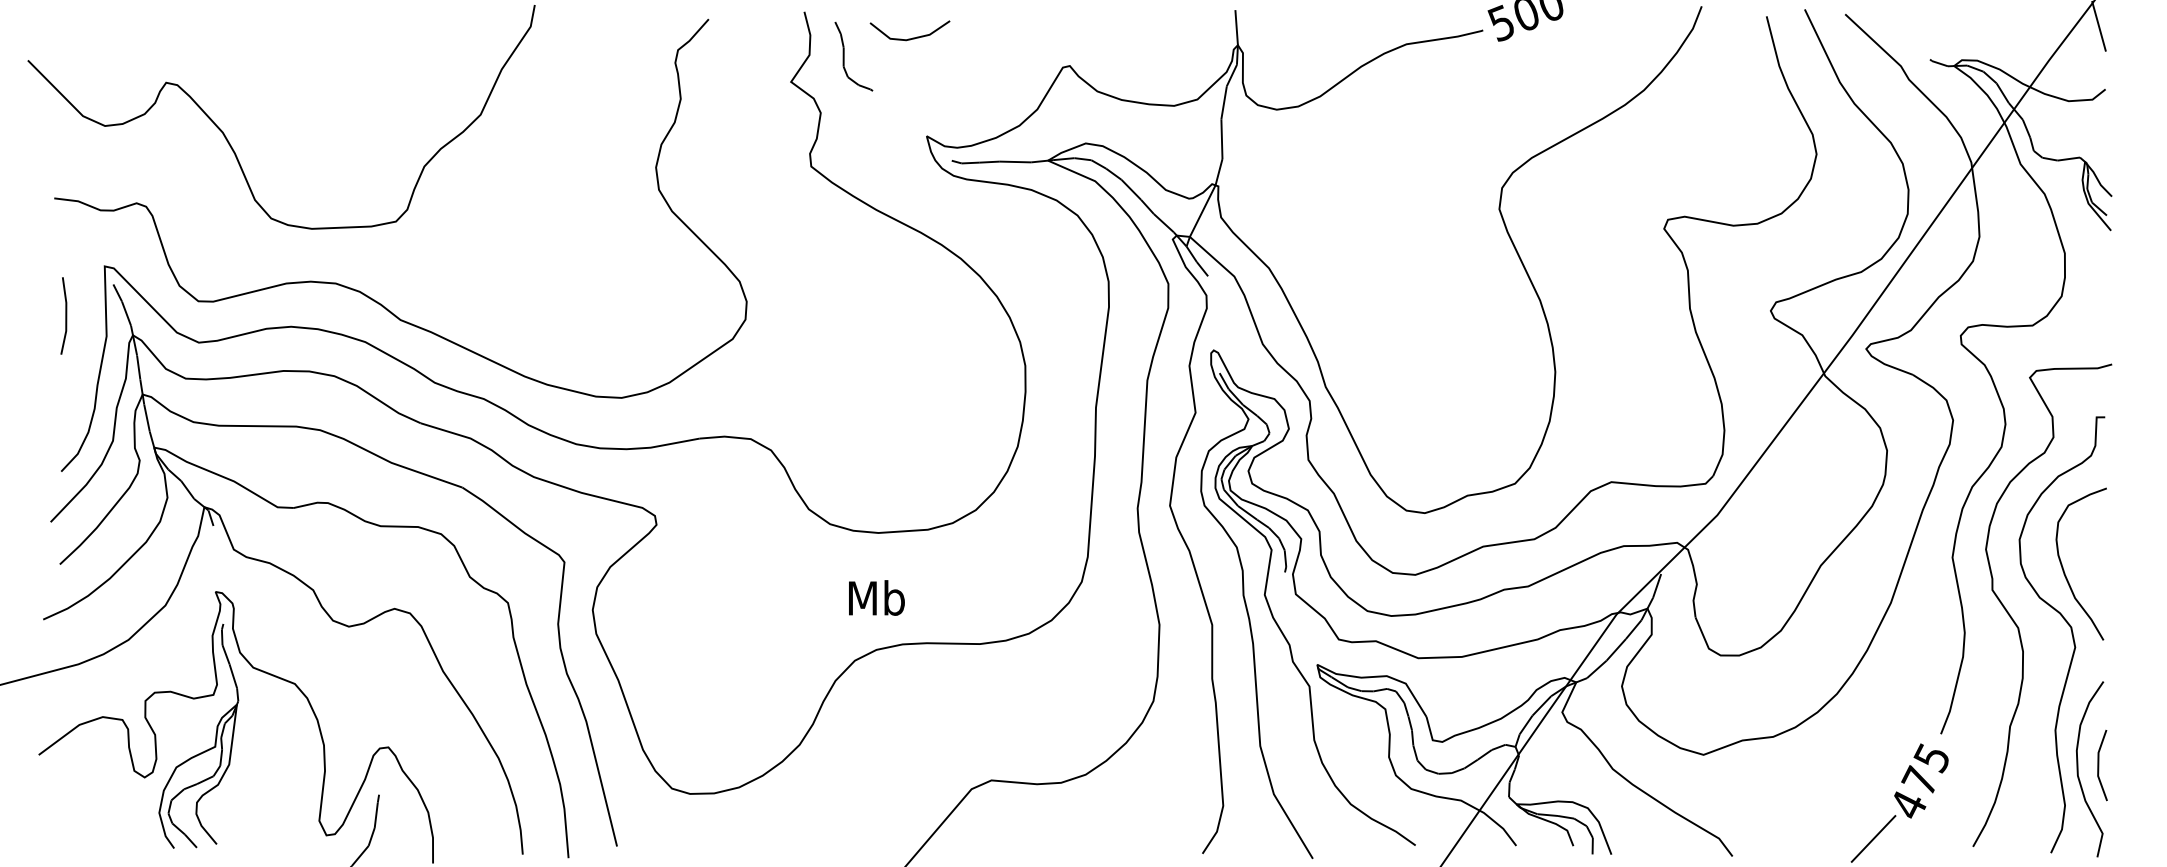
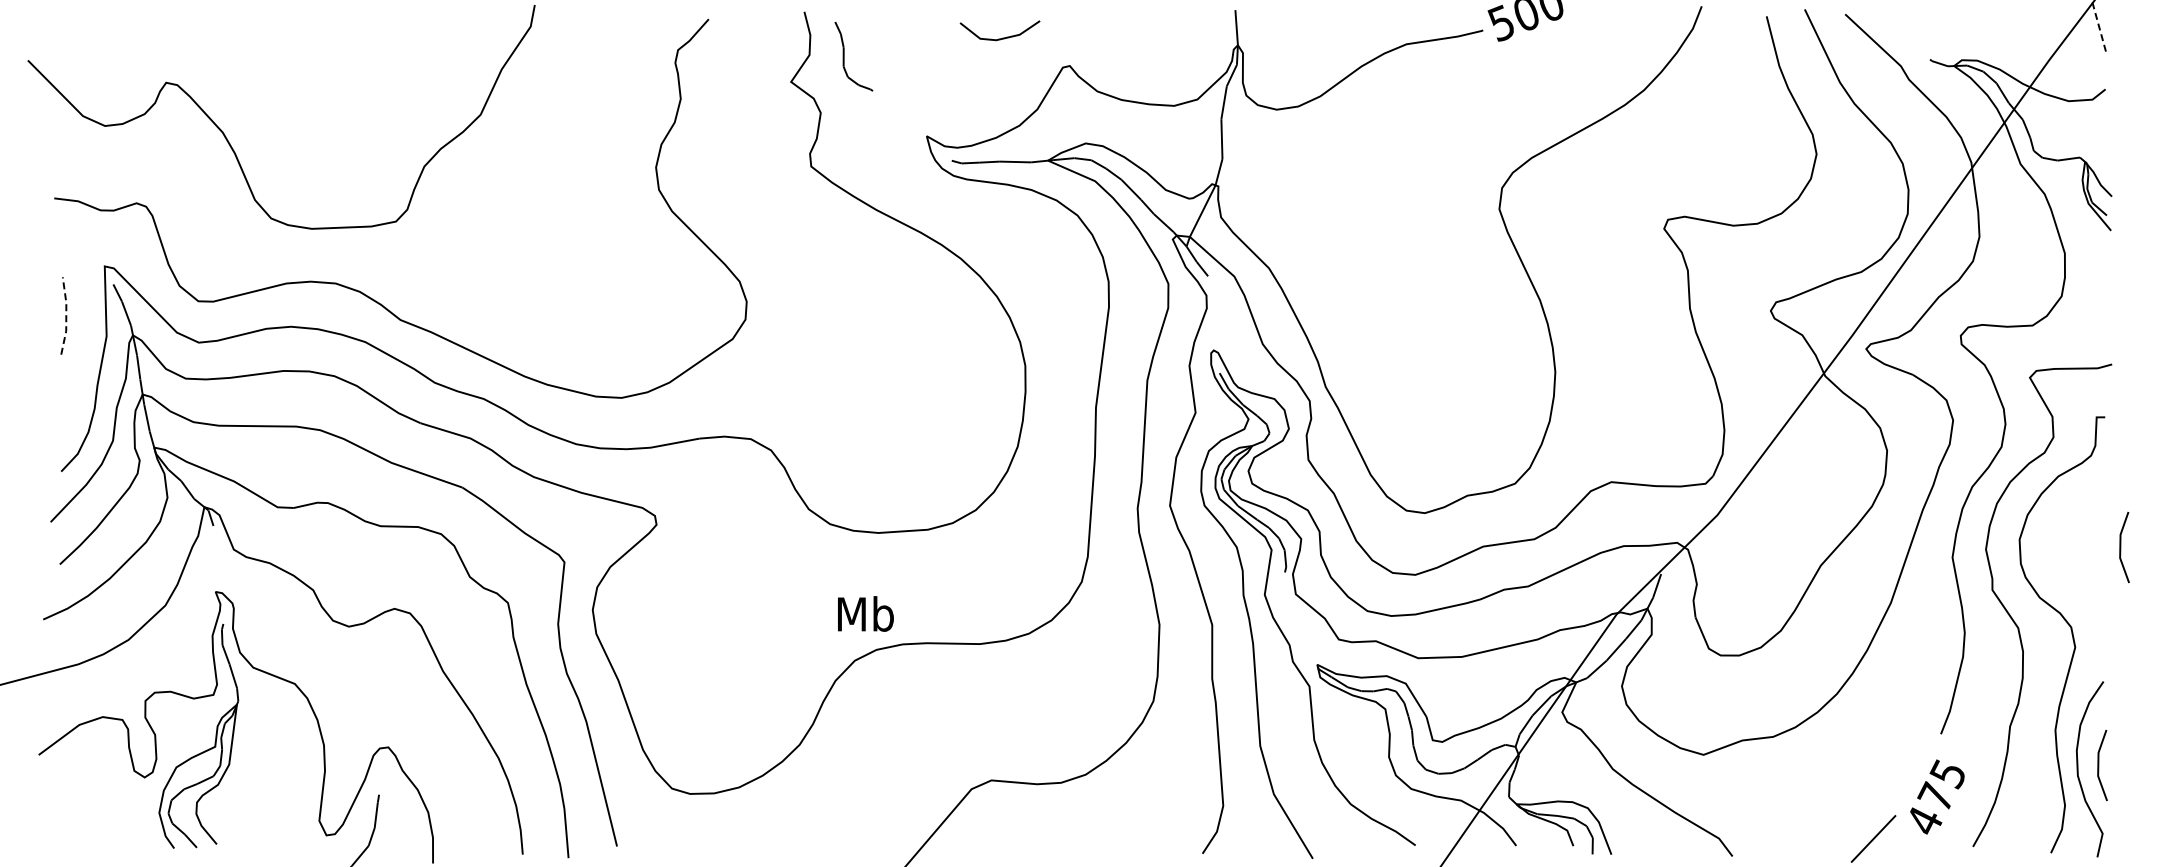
line at (2098, 25): solid -> dashed
line at (912, 37) position: (912, 37) -> (1002, 37)
line at (66, 316): solid -> dashed
line at (2121, 547): none -> present
curve at (2063, 567): present -> none
text at (876, 597) position: (876, 597) -> (865, 613)
text at (1921, 780) position: (1921, 780) -> (1937, 796)
